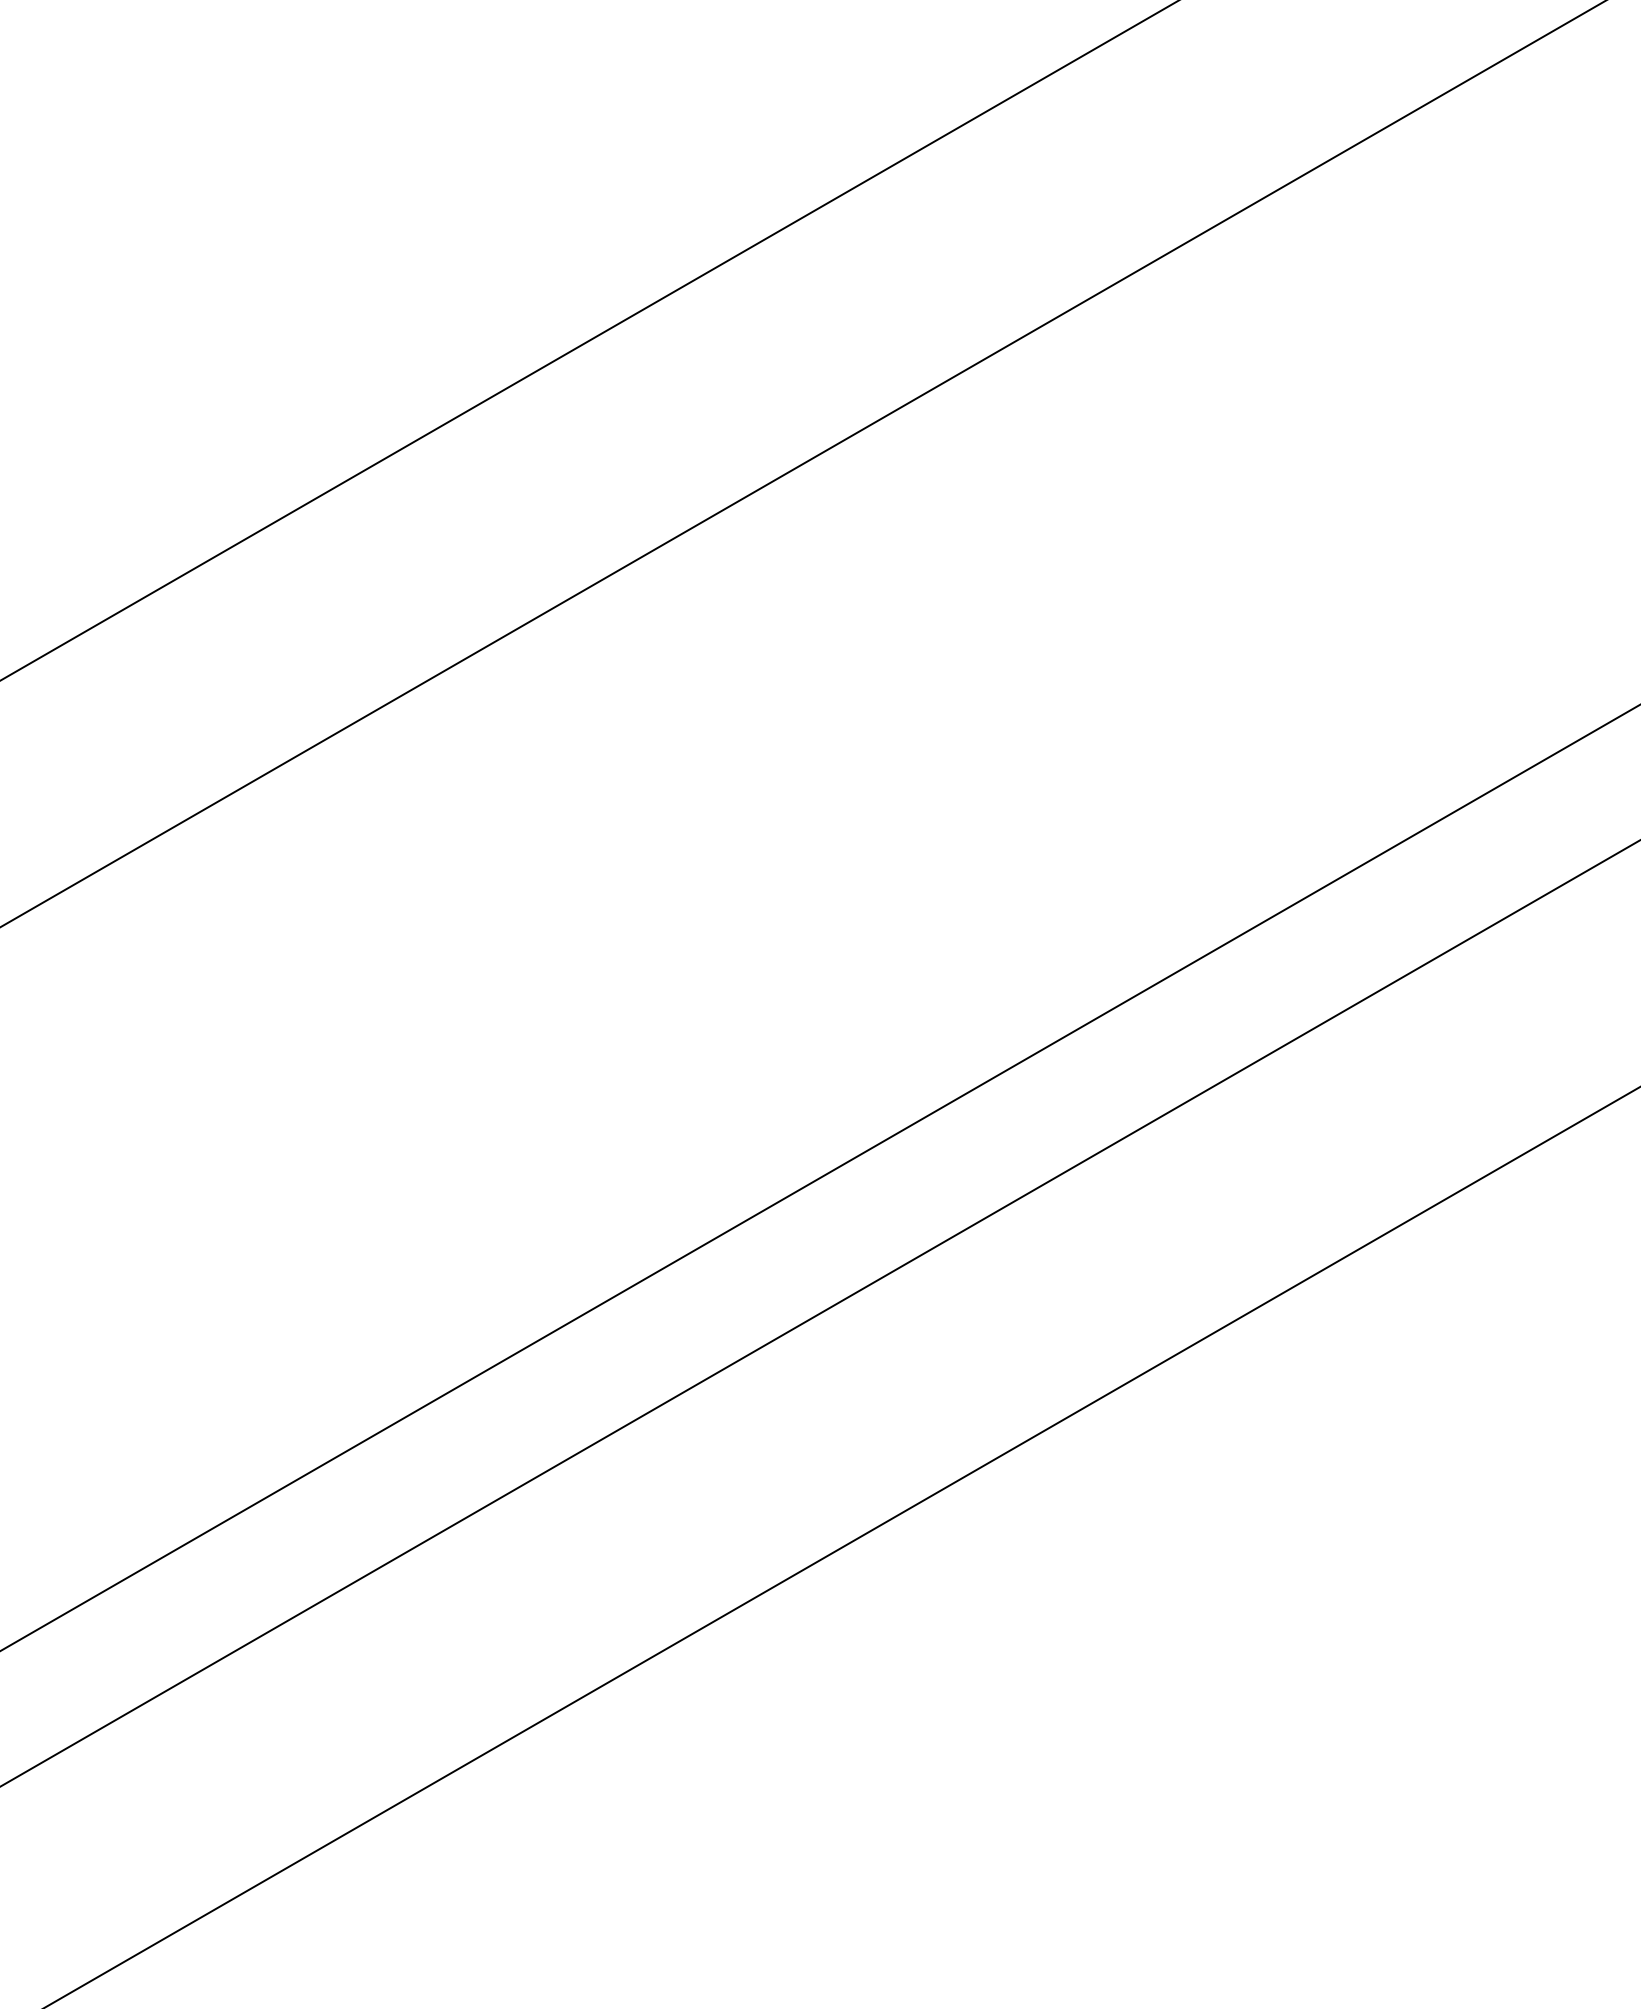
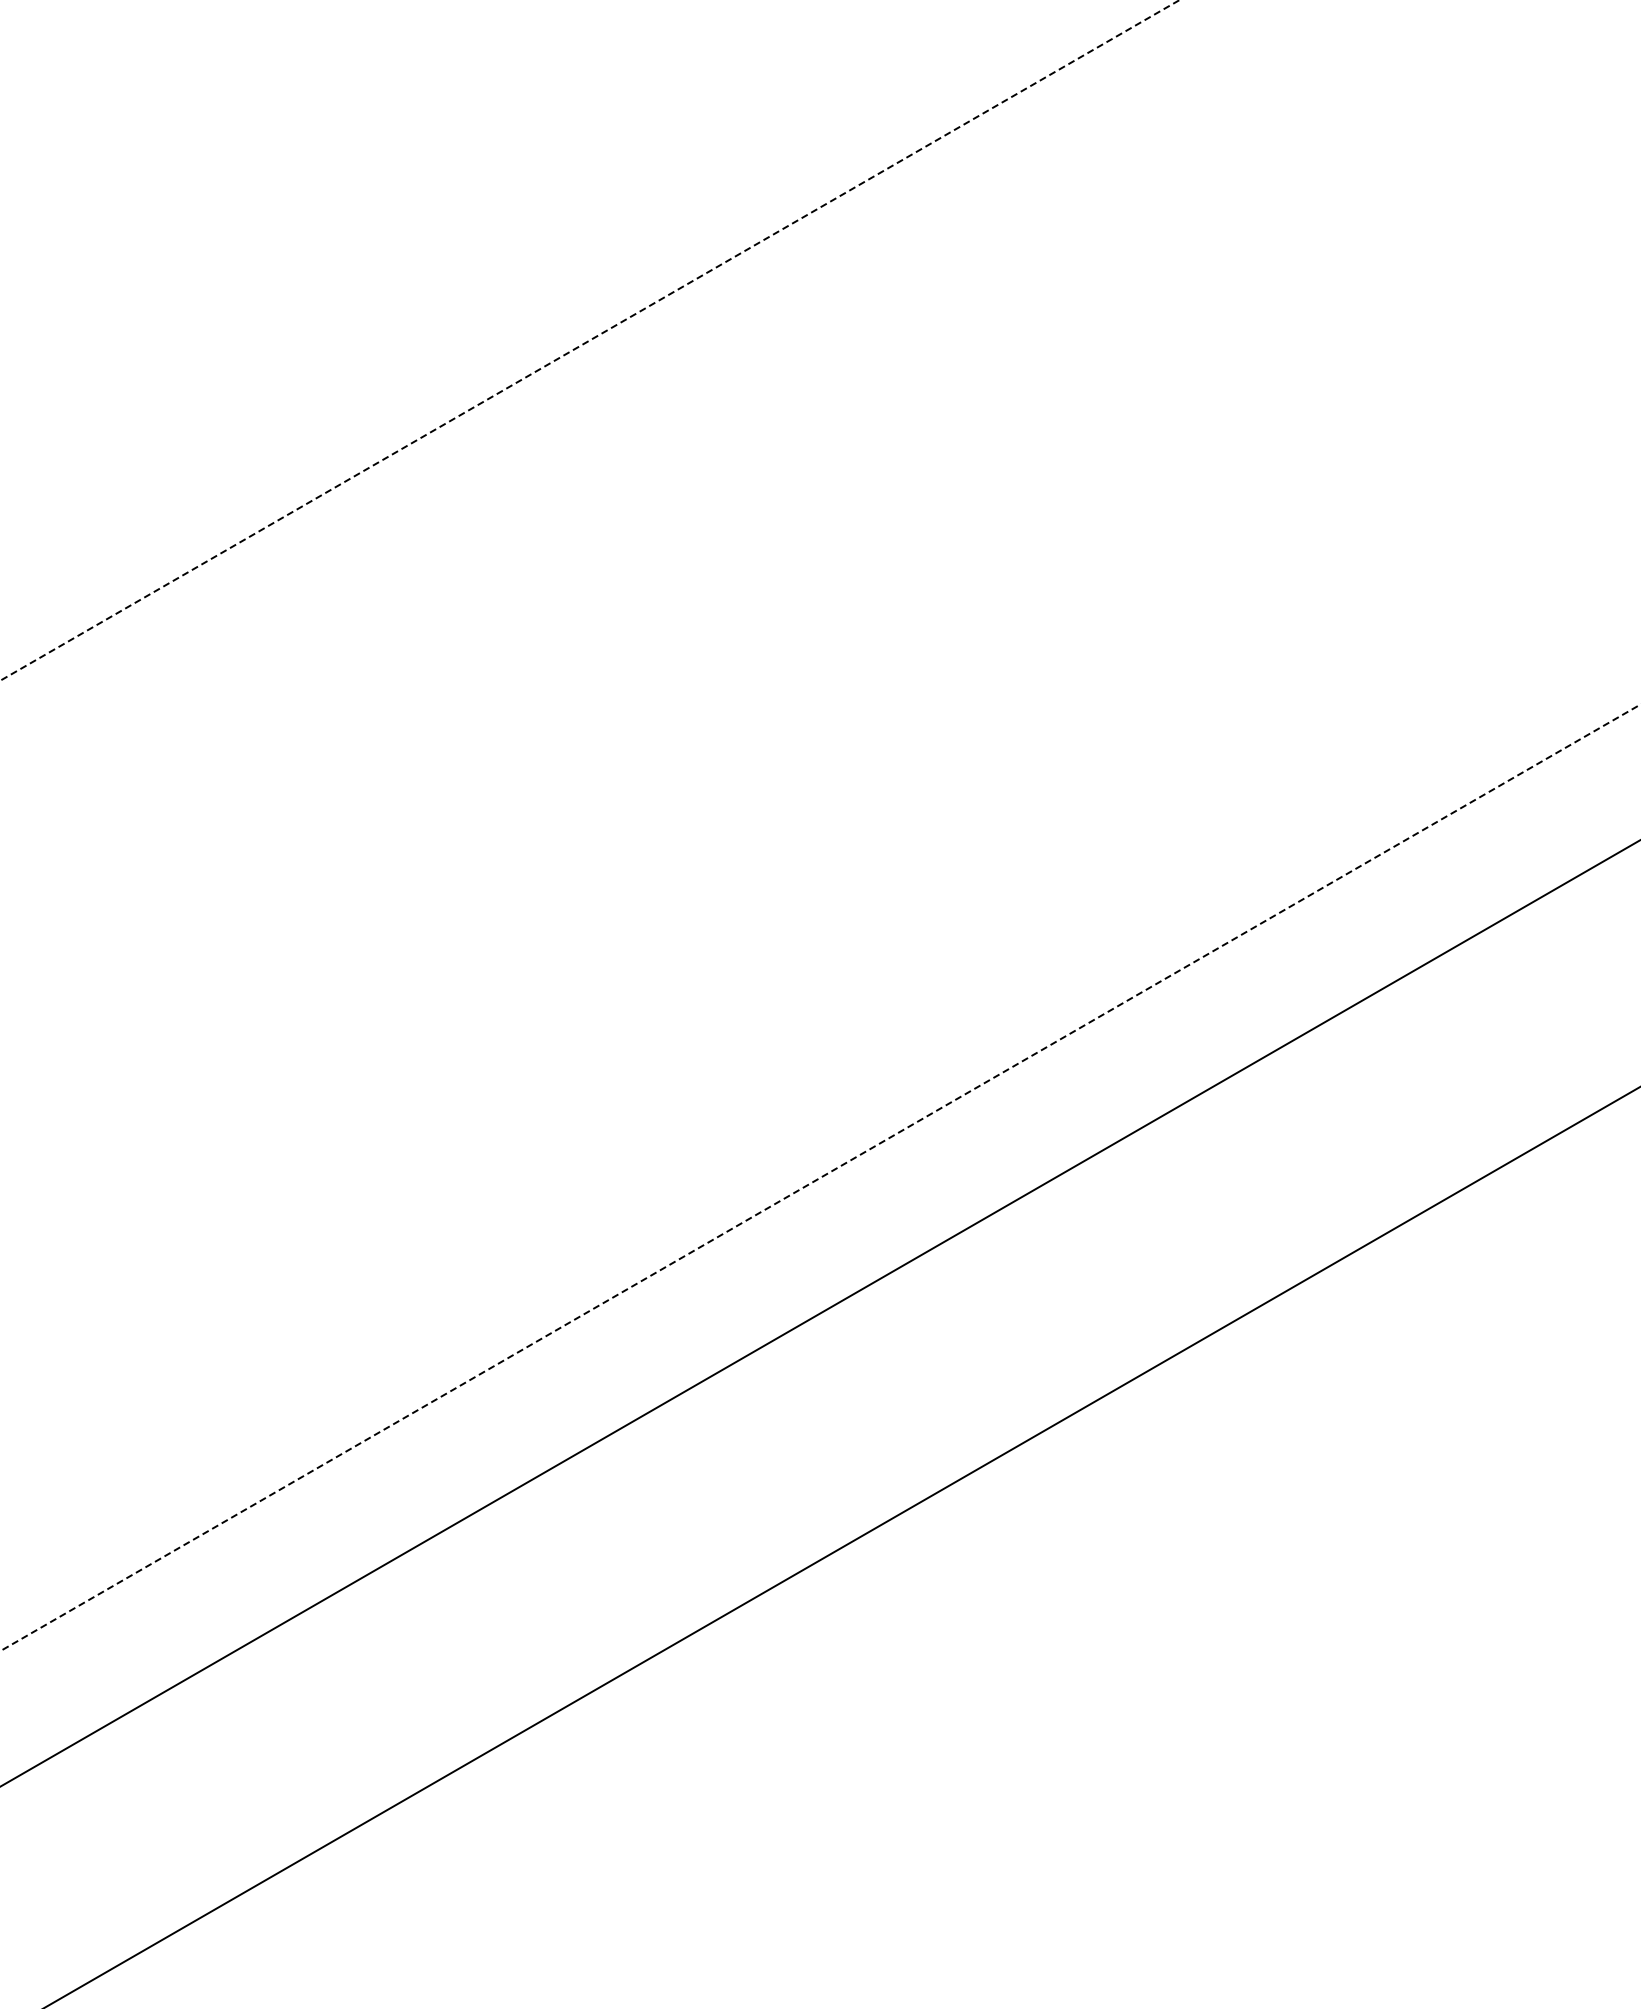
line at (589, 340): solid -> dashed
line at (802, 463): present -> none
line at (820, 1177): solid -> dashed
